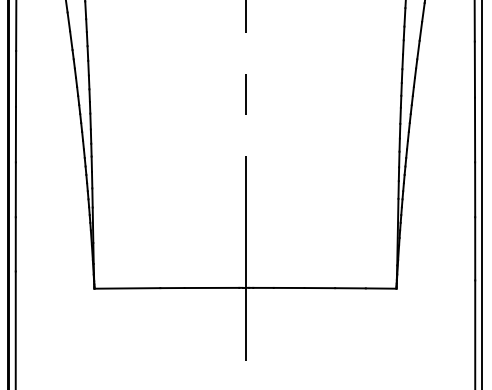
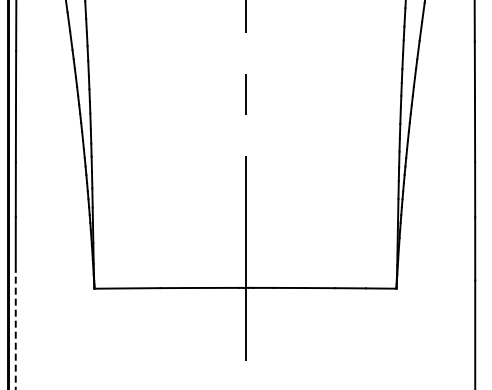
line at (481, 194): present -> none
line at (15, 330): solid -> dashed
